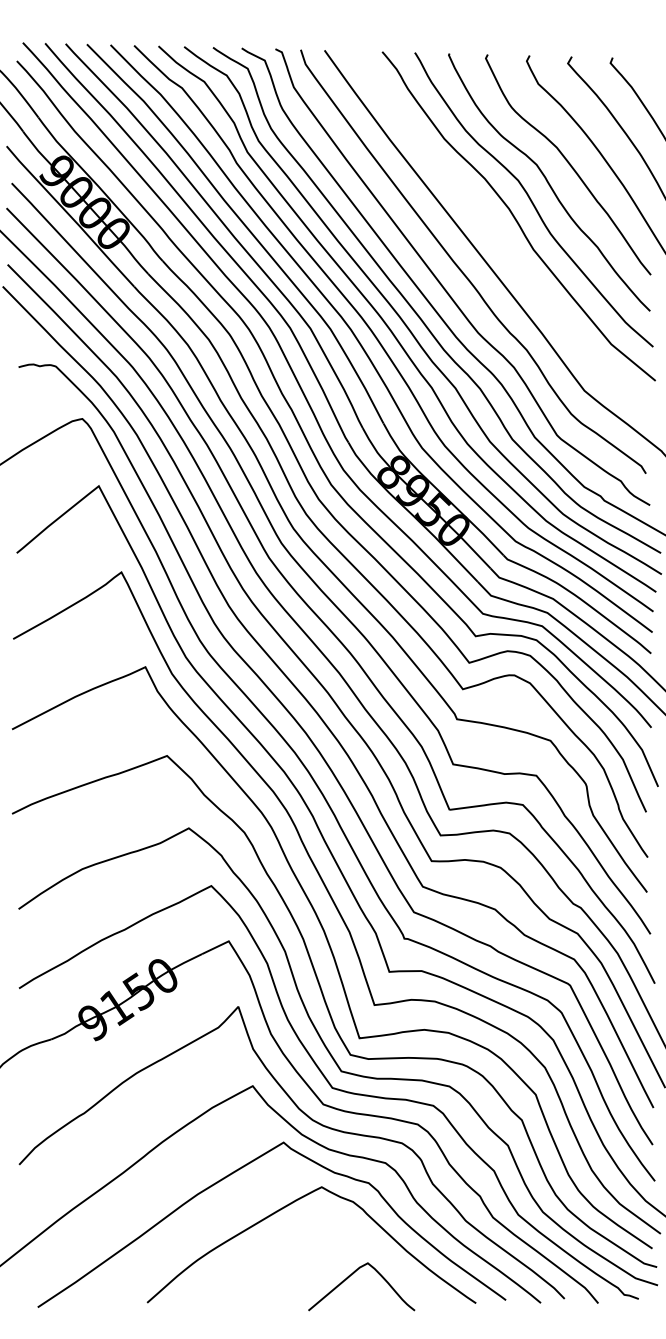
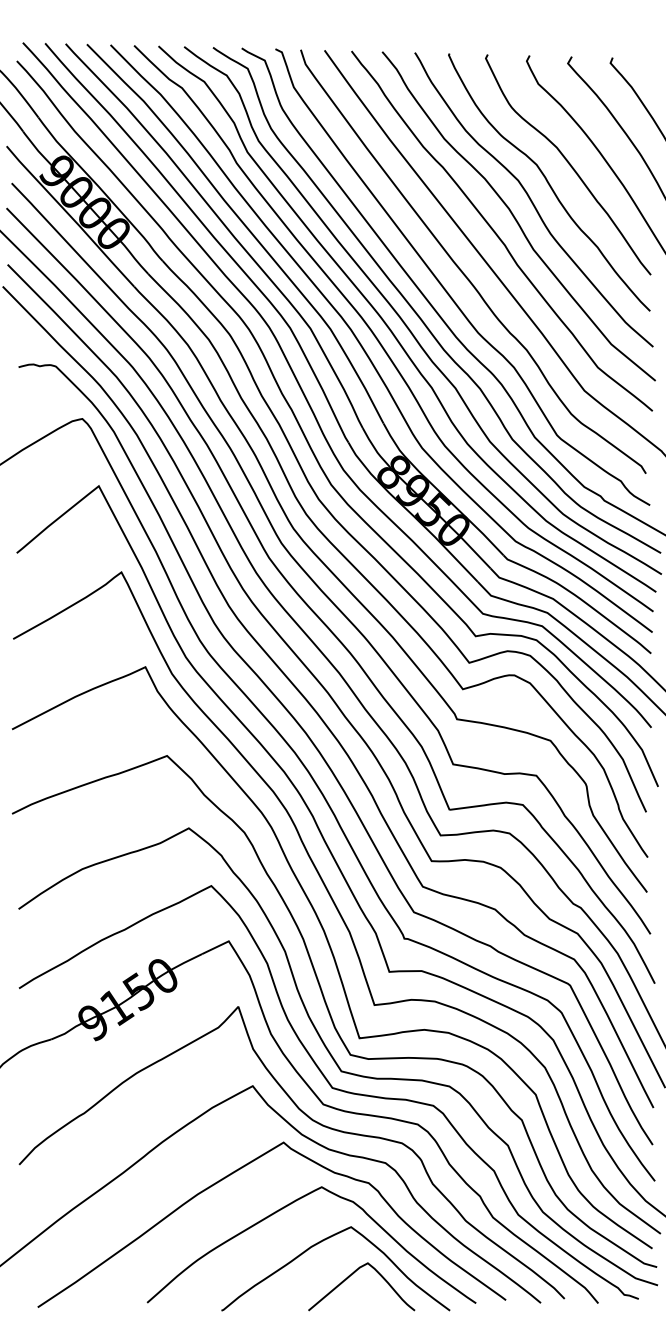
curve at (496, 232): none -> present
curve at (321, 1242): none -> present
